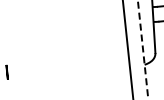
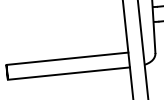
line at (143, 49): dashed -> solid
line at (67, 58): none -> present
line at (68, 73): none -> present
